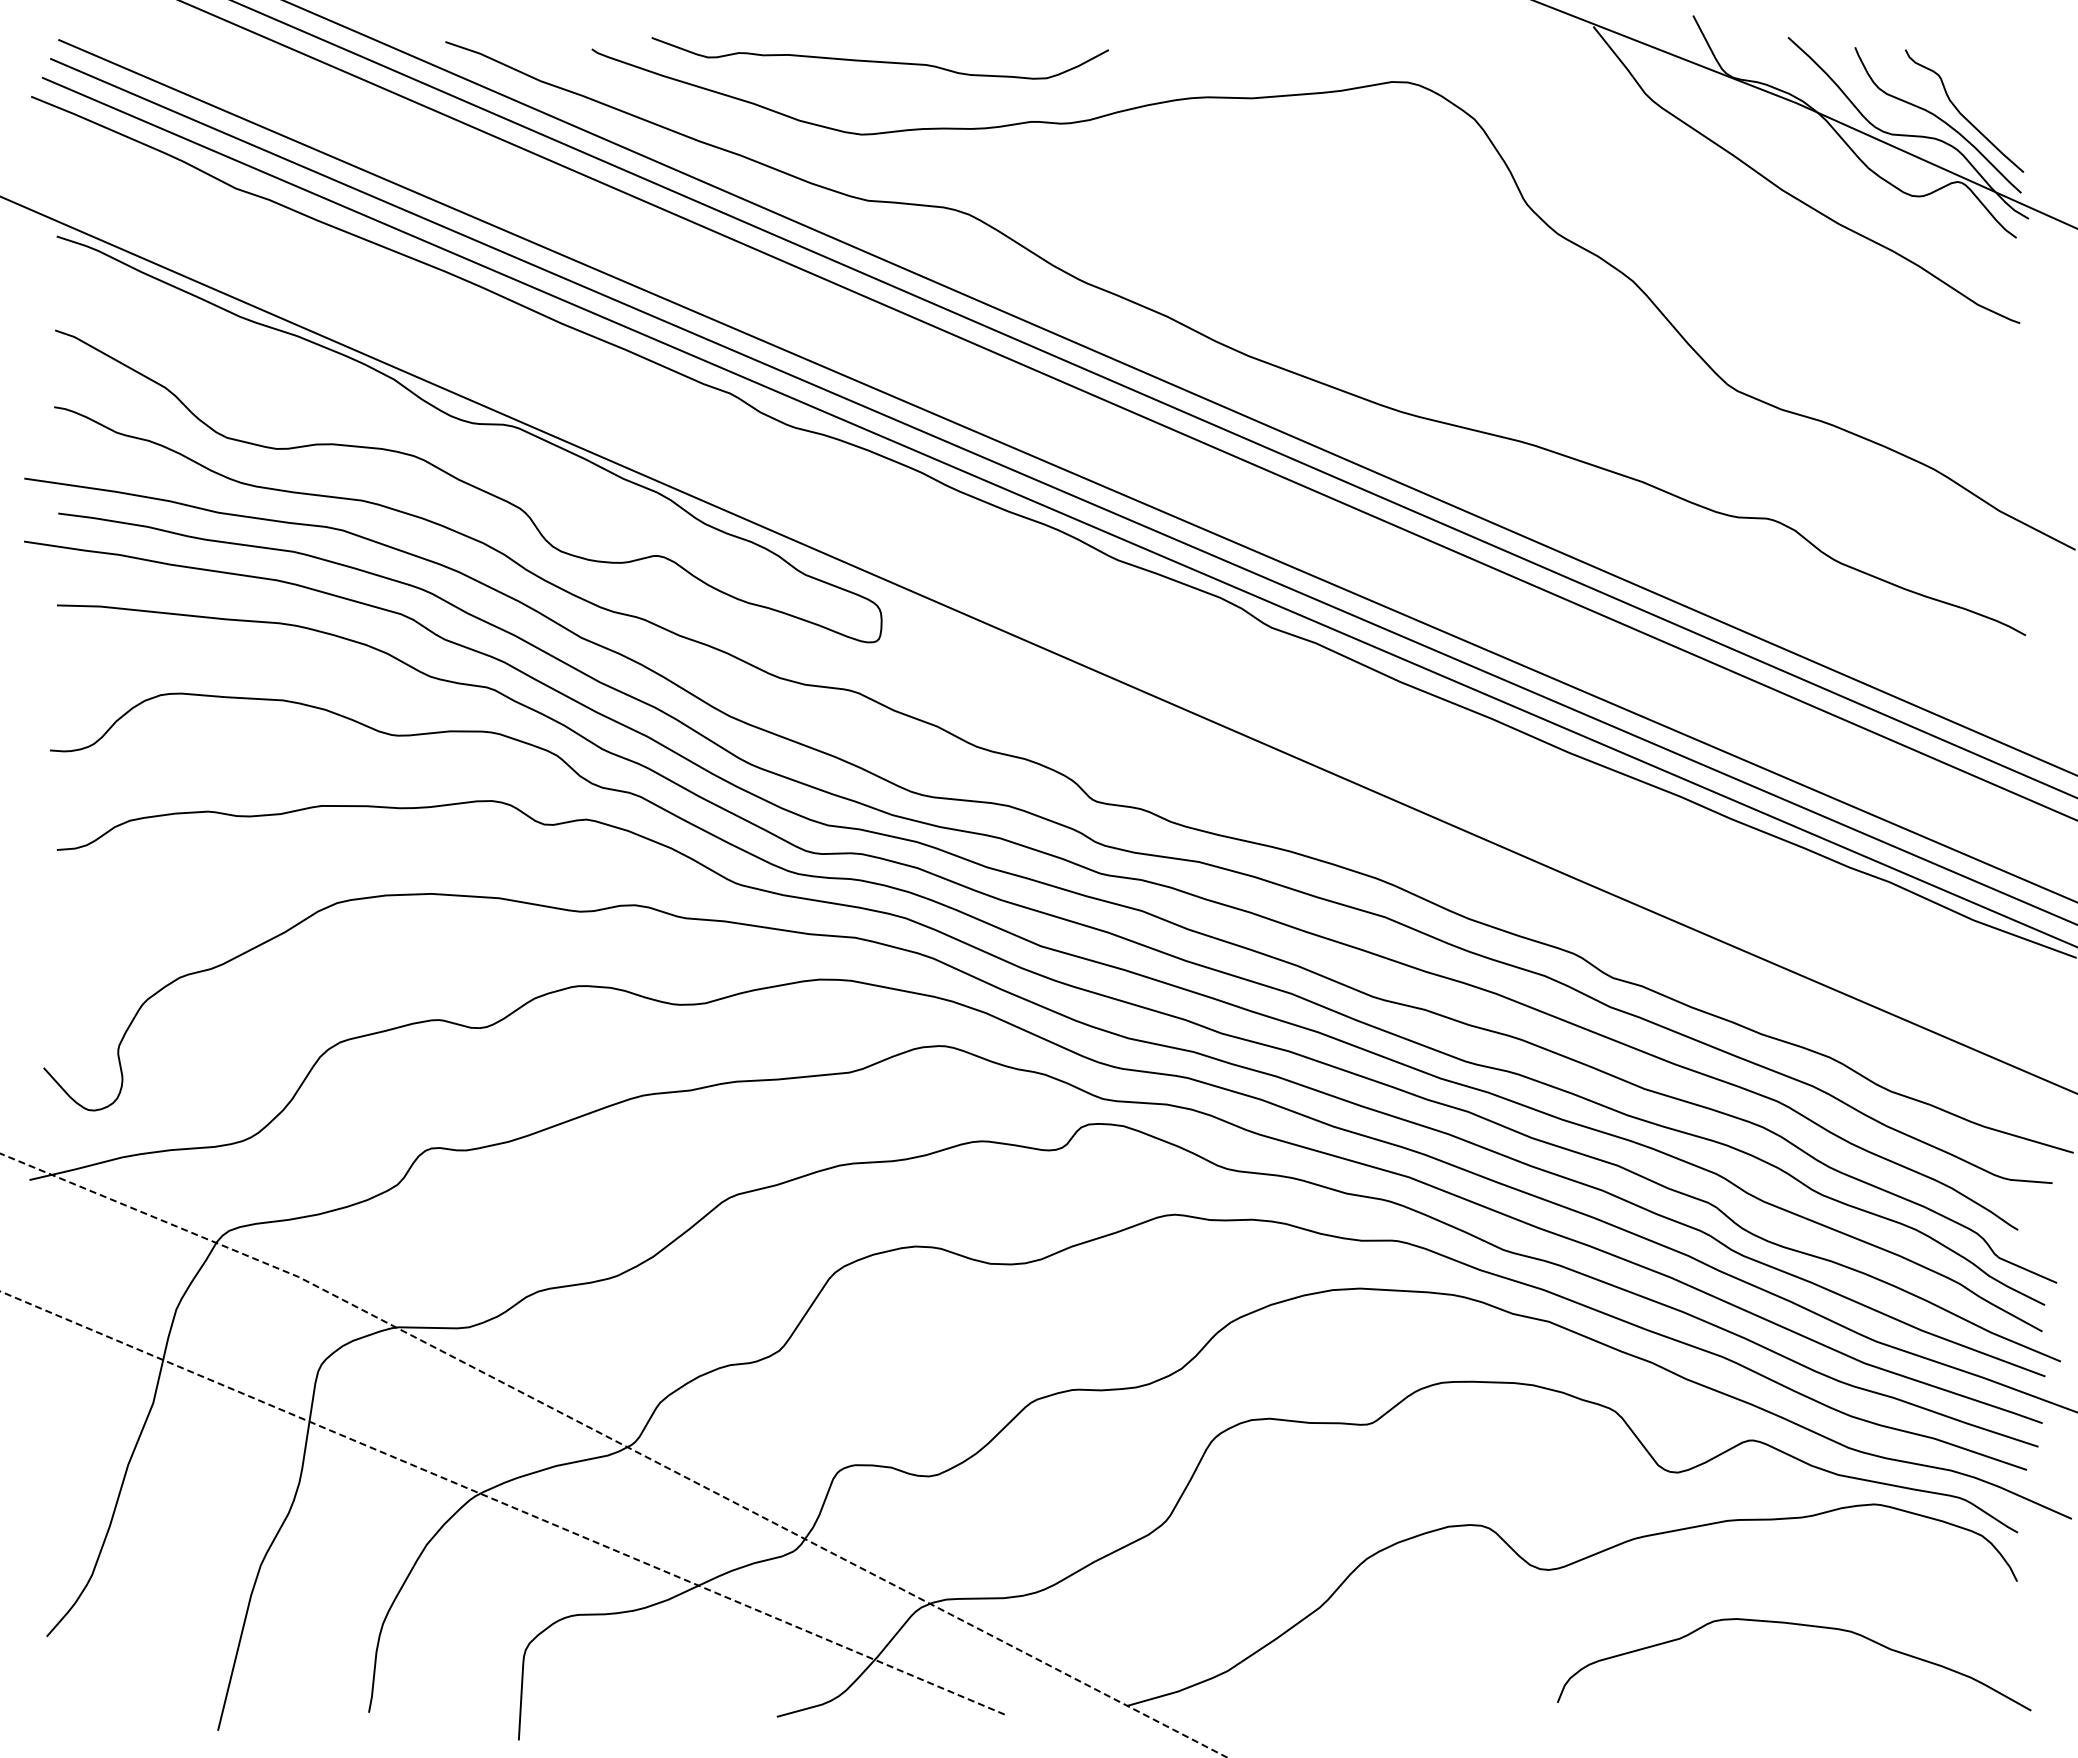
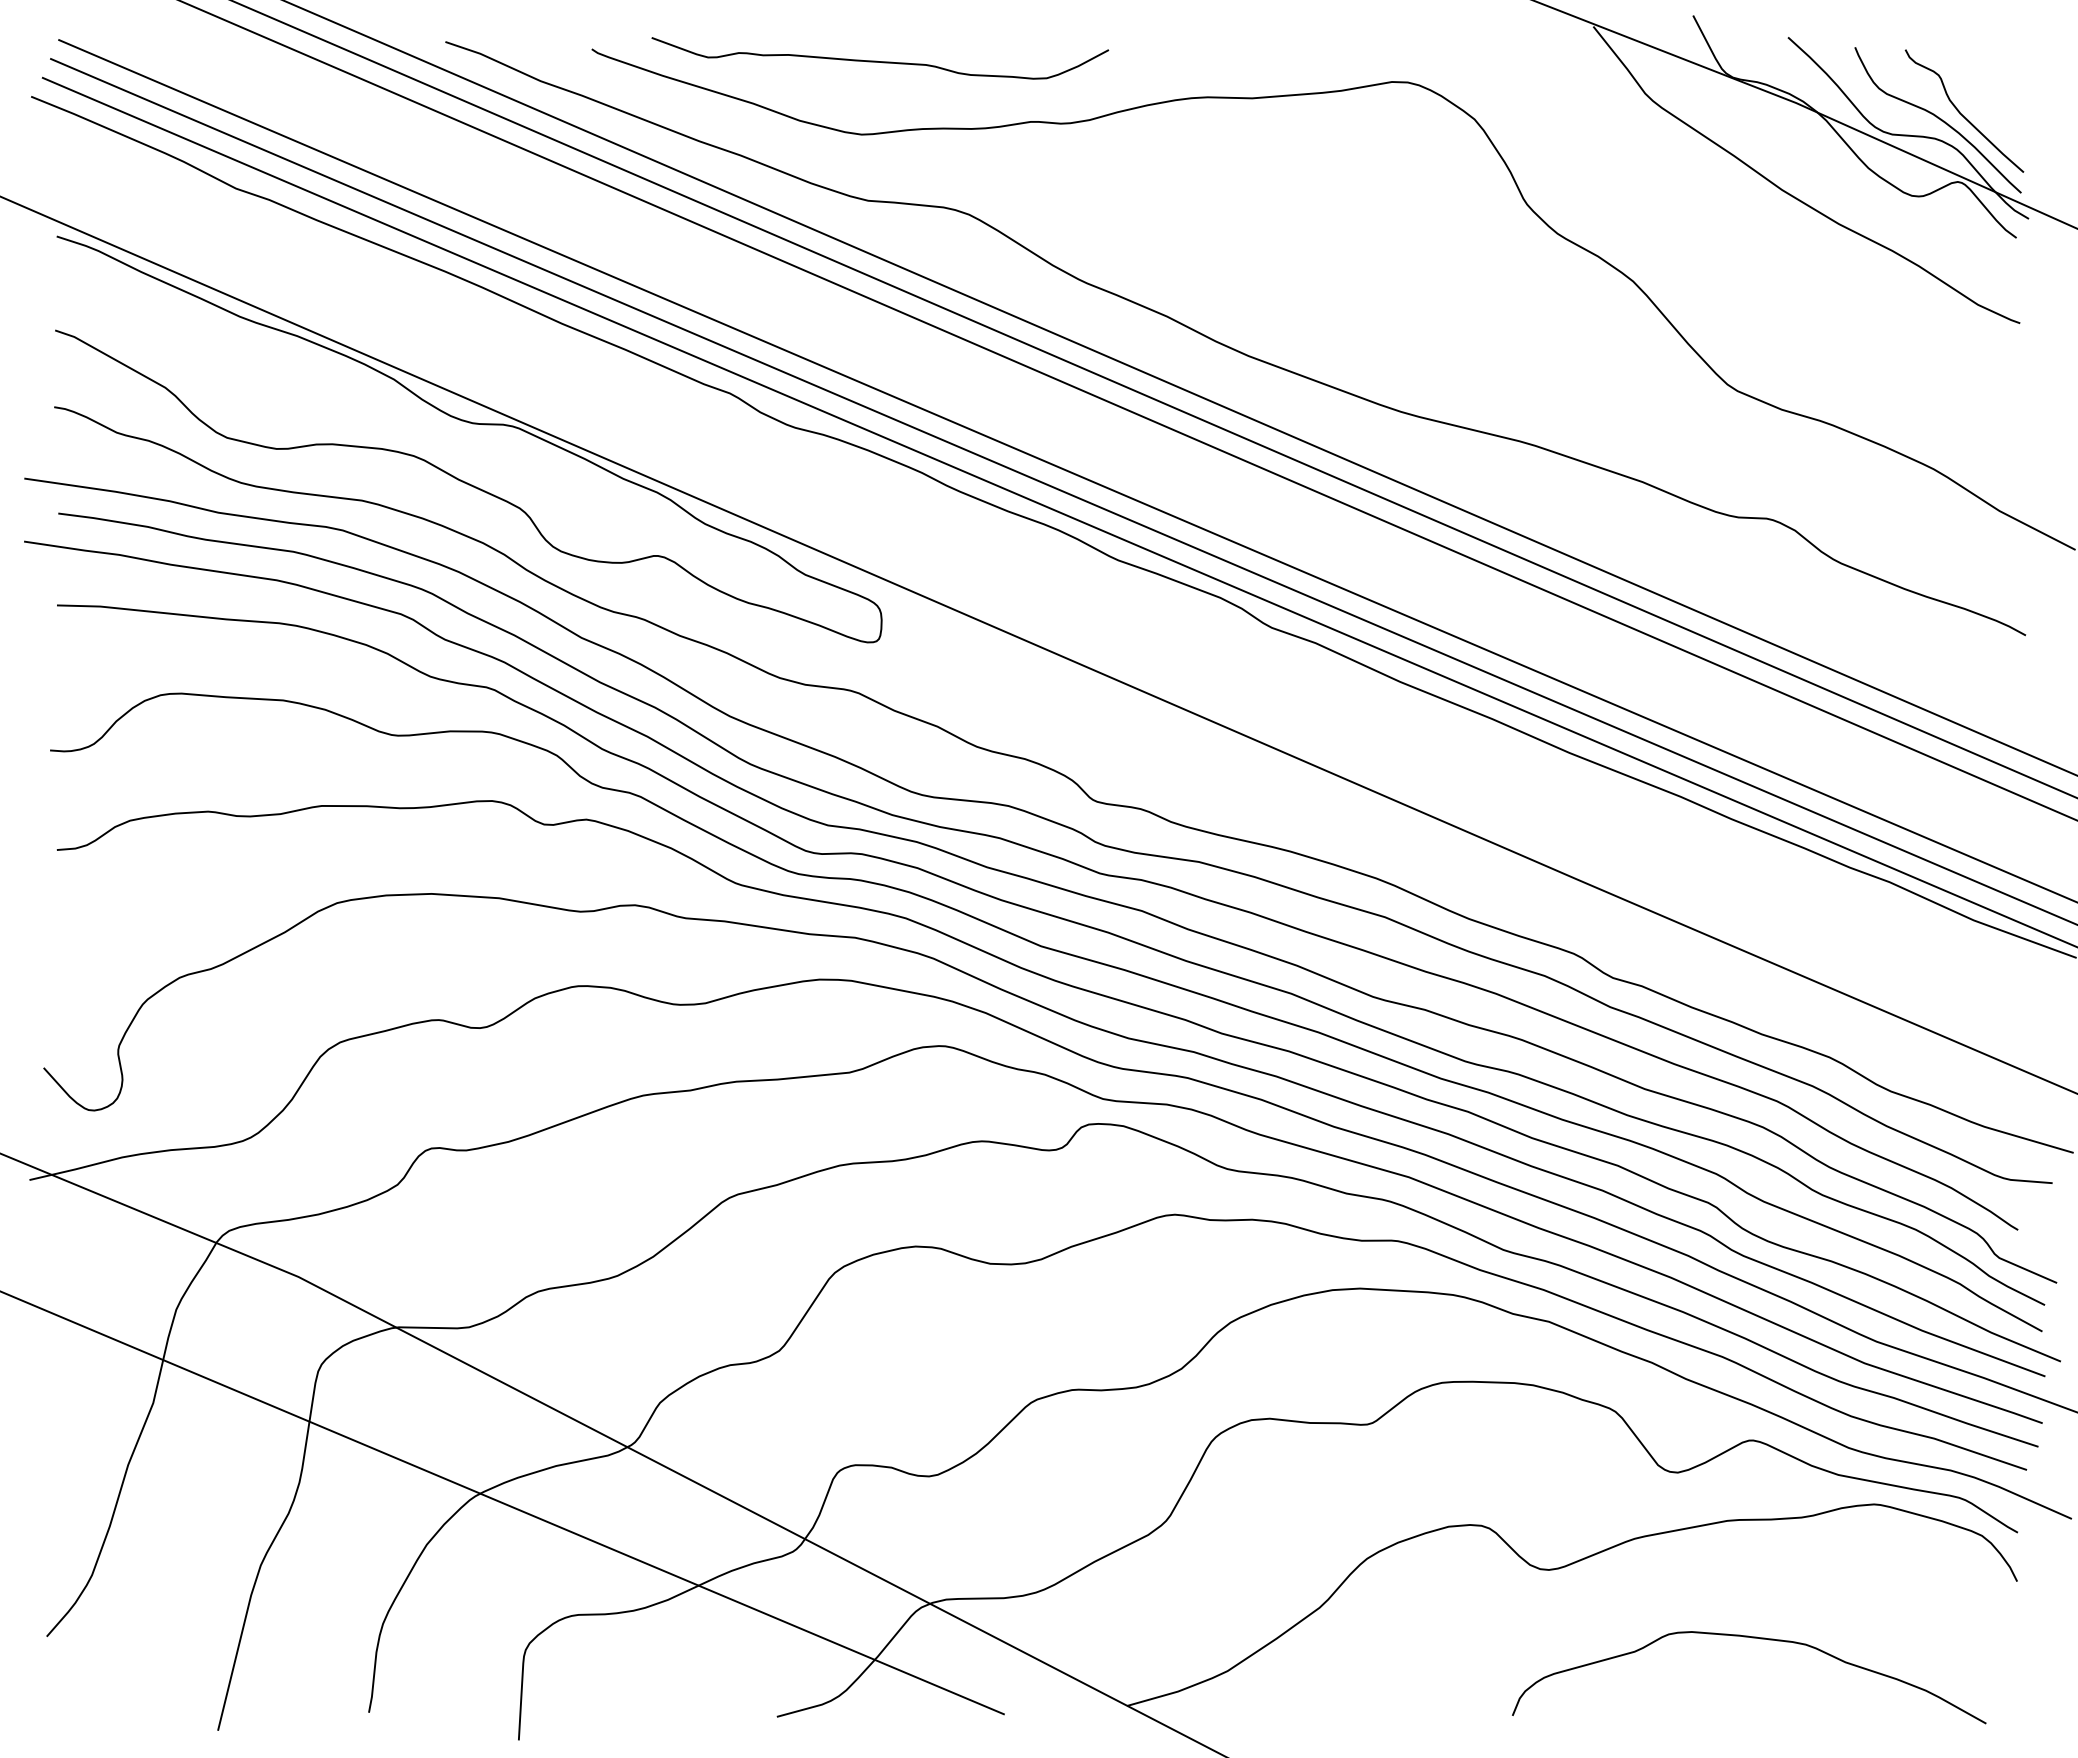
line at (619, 1442): dashed -> solid
line at (501, 1502): dashed -> solid
curve at (1797, 1625) position: (1797, 1625) -> (1752, 1638)
